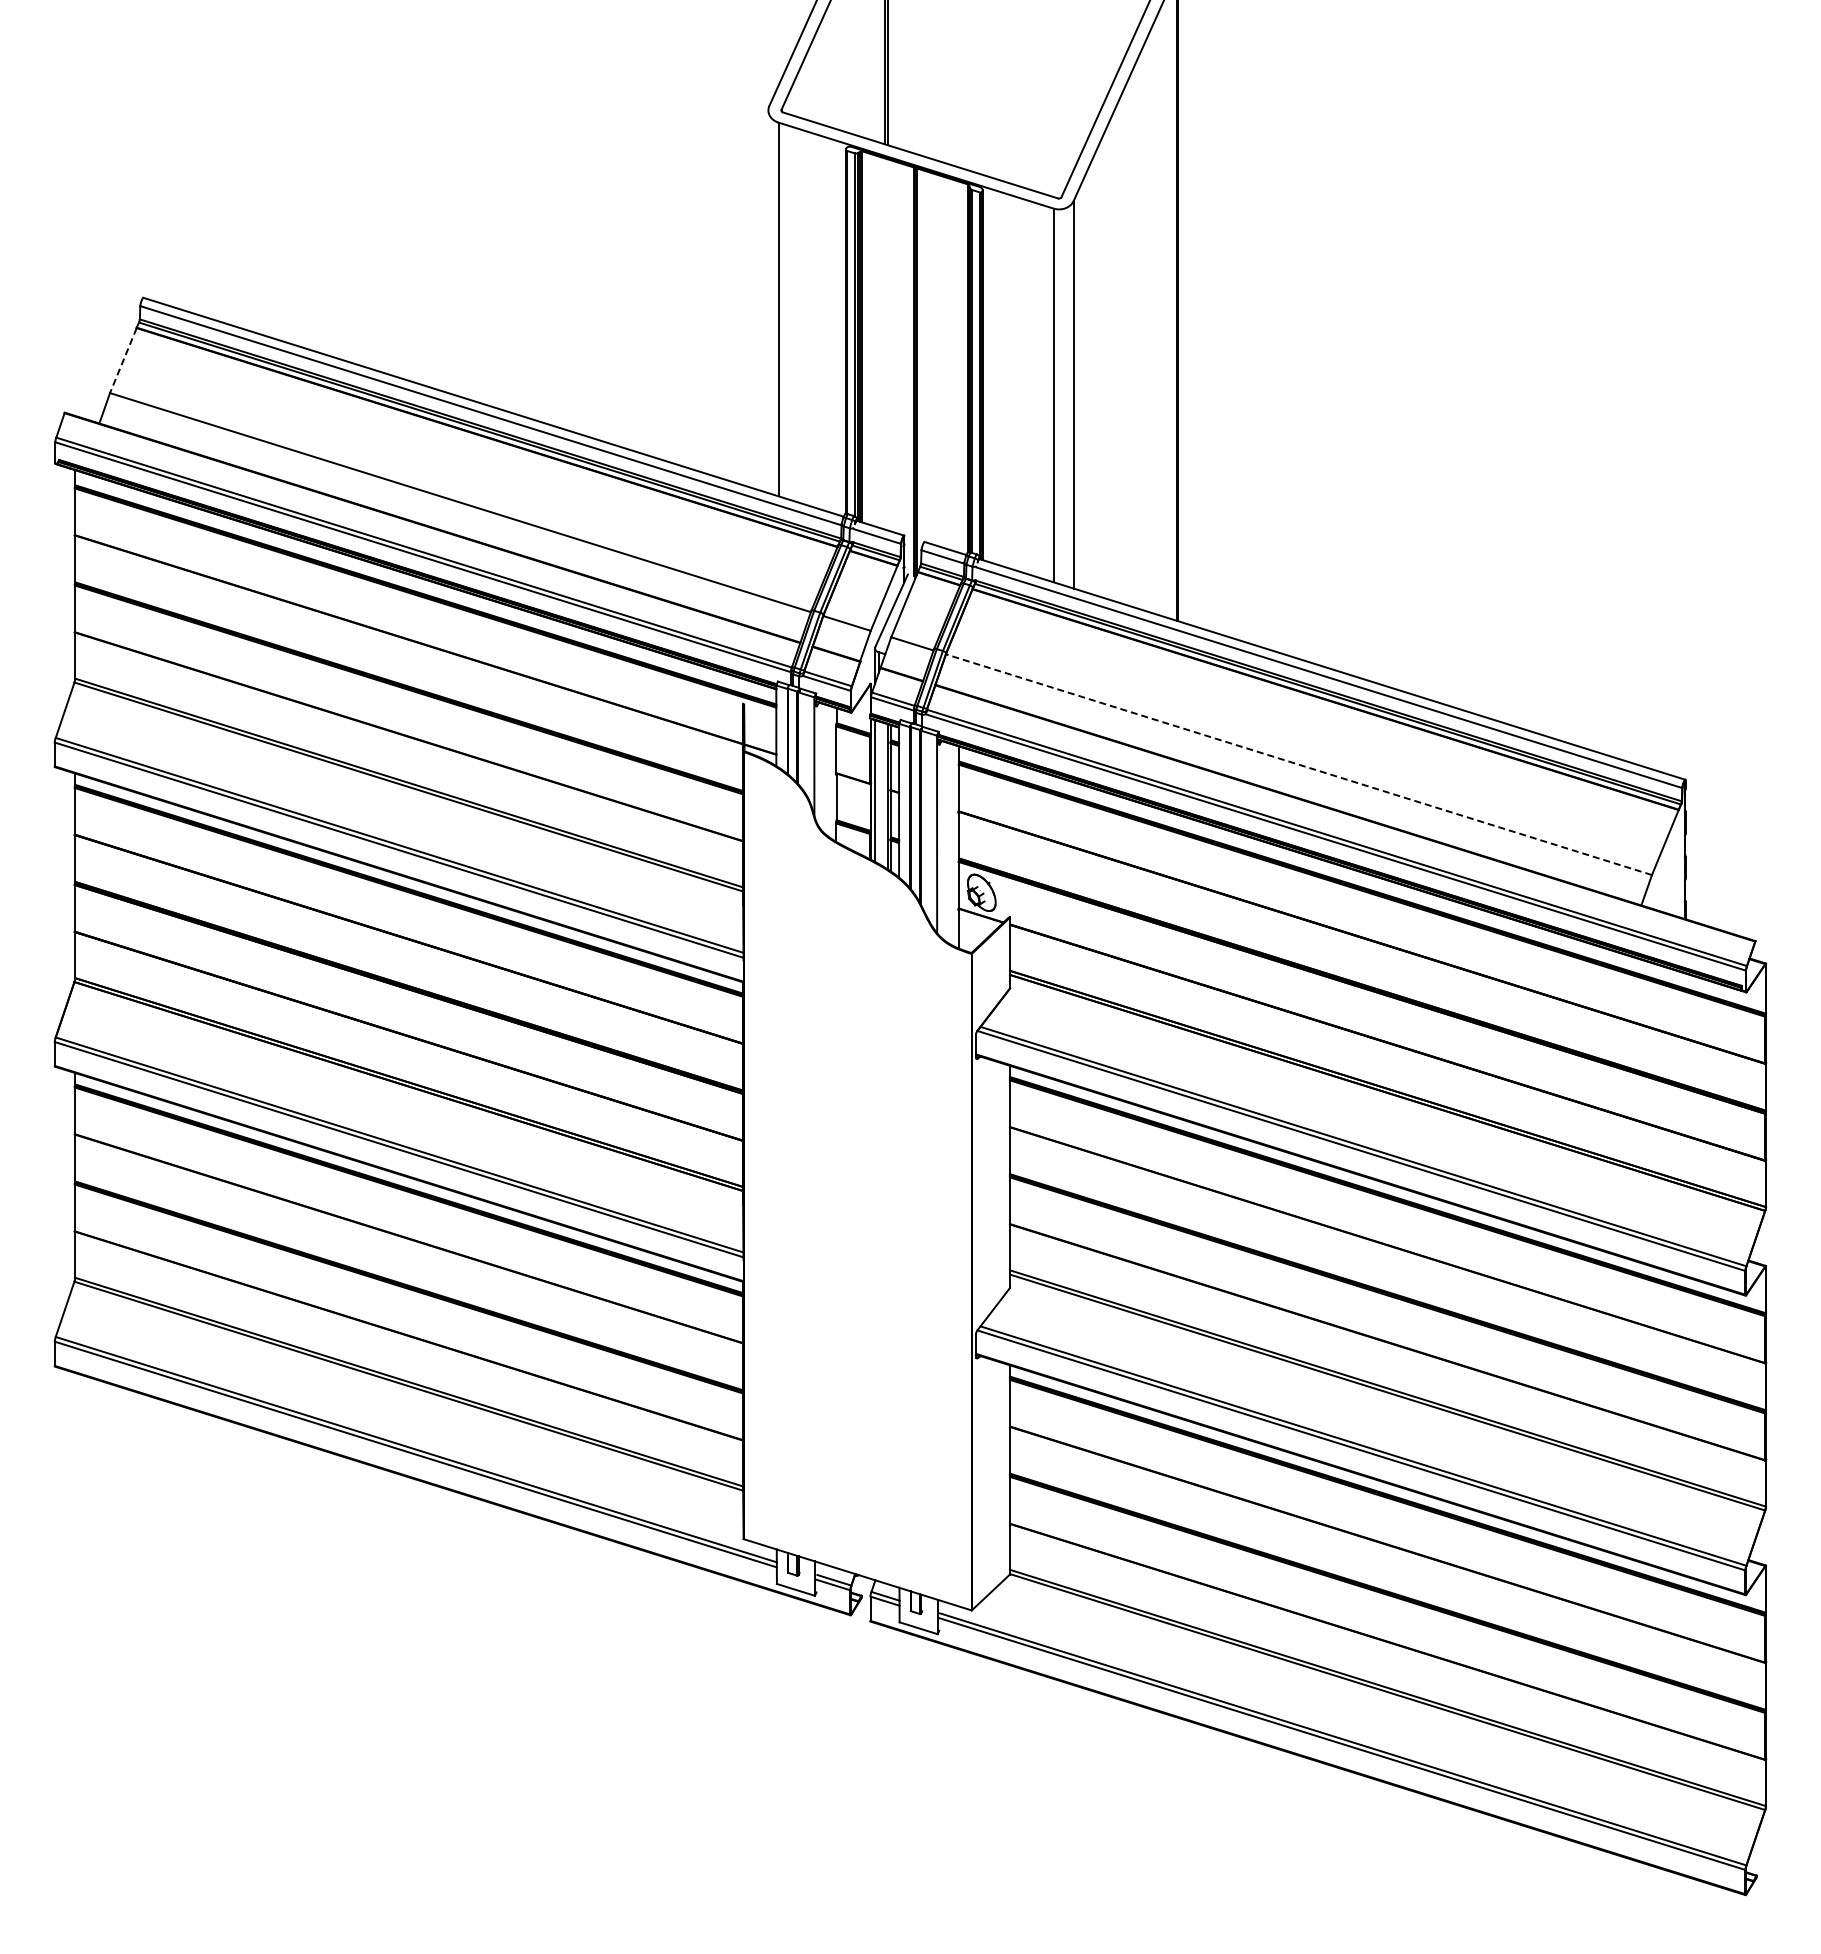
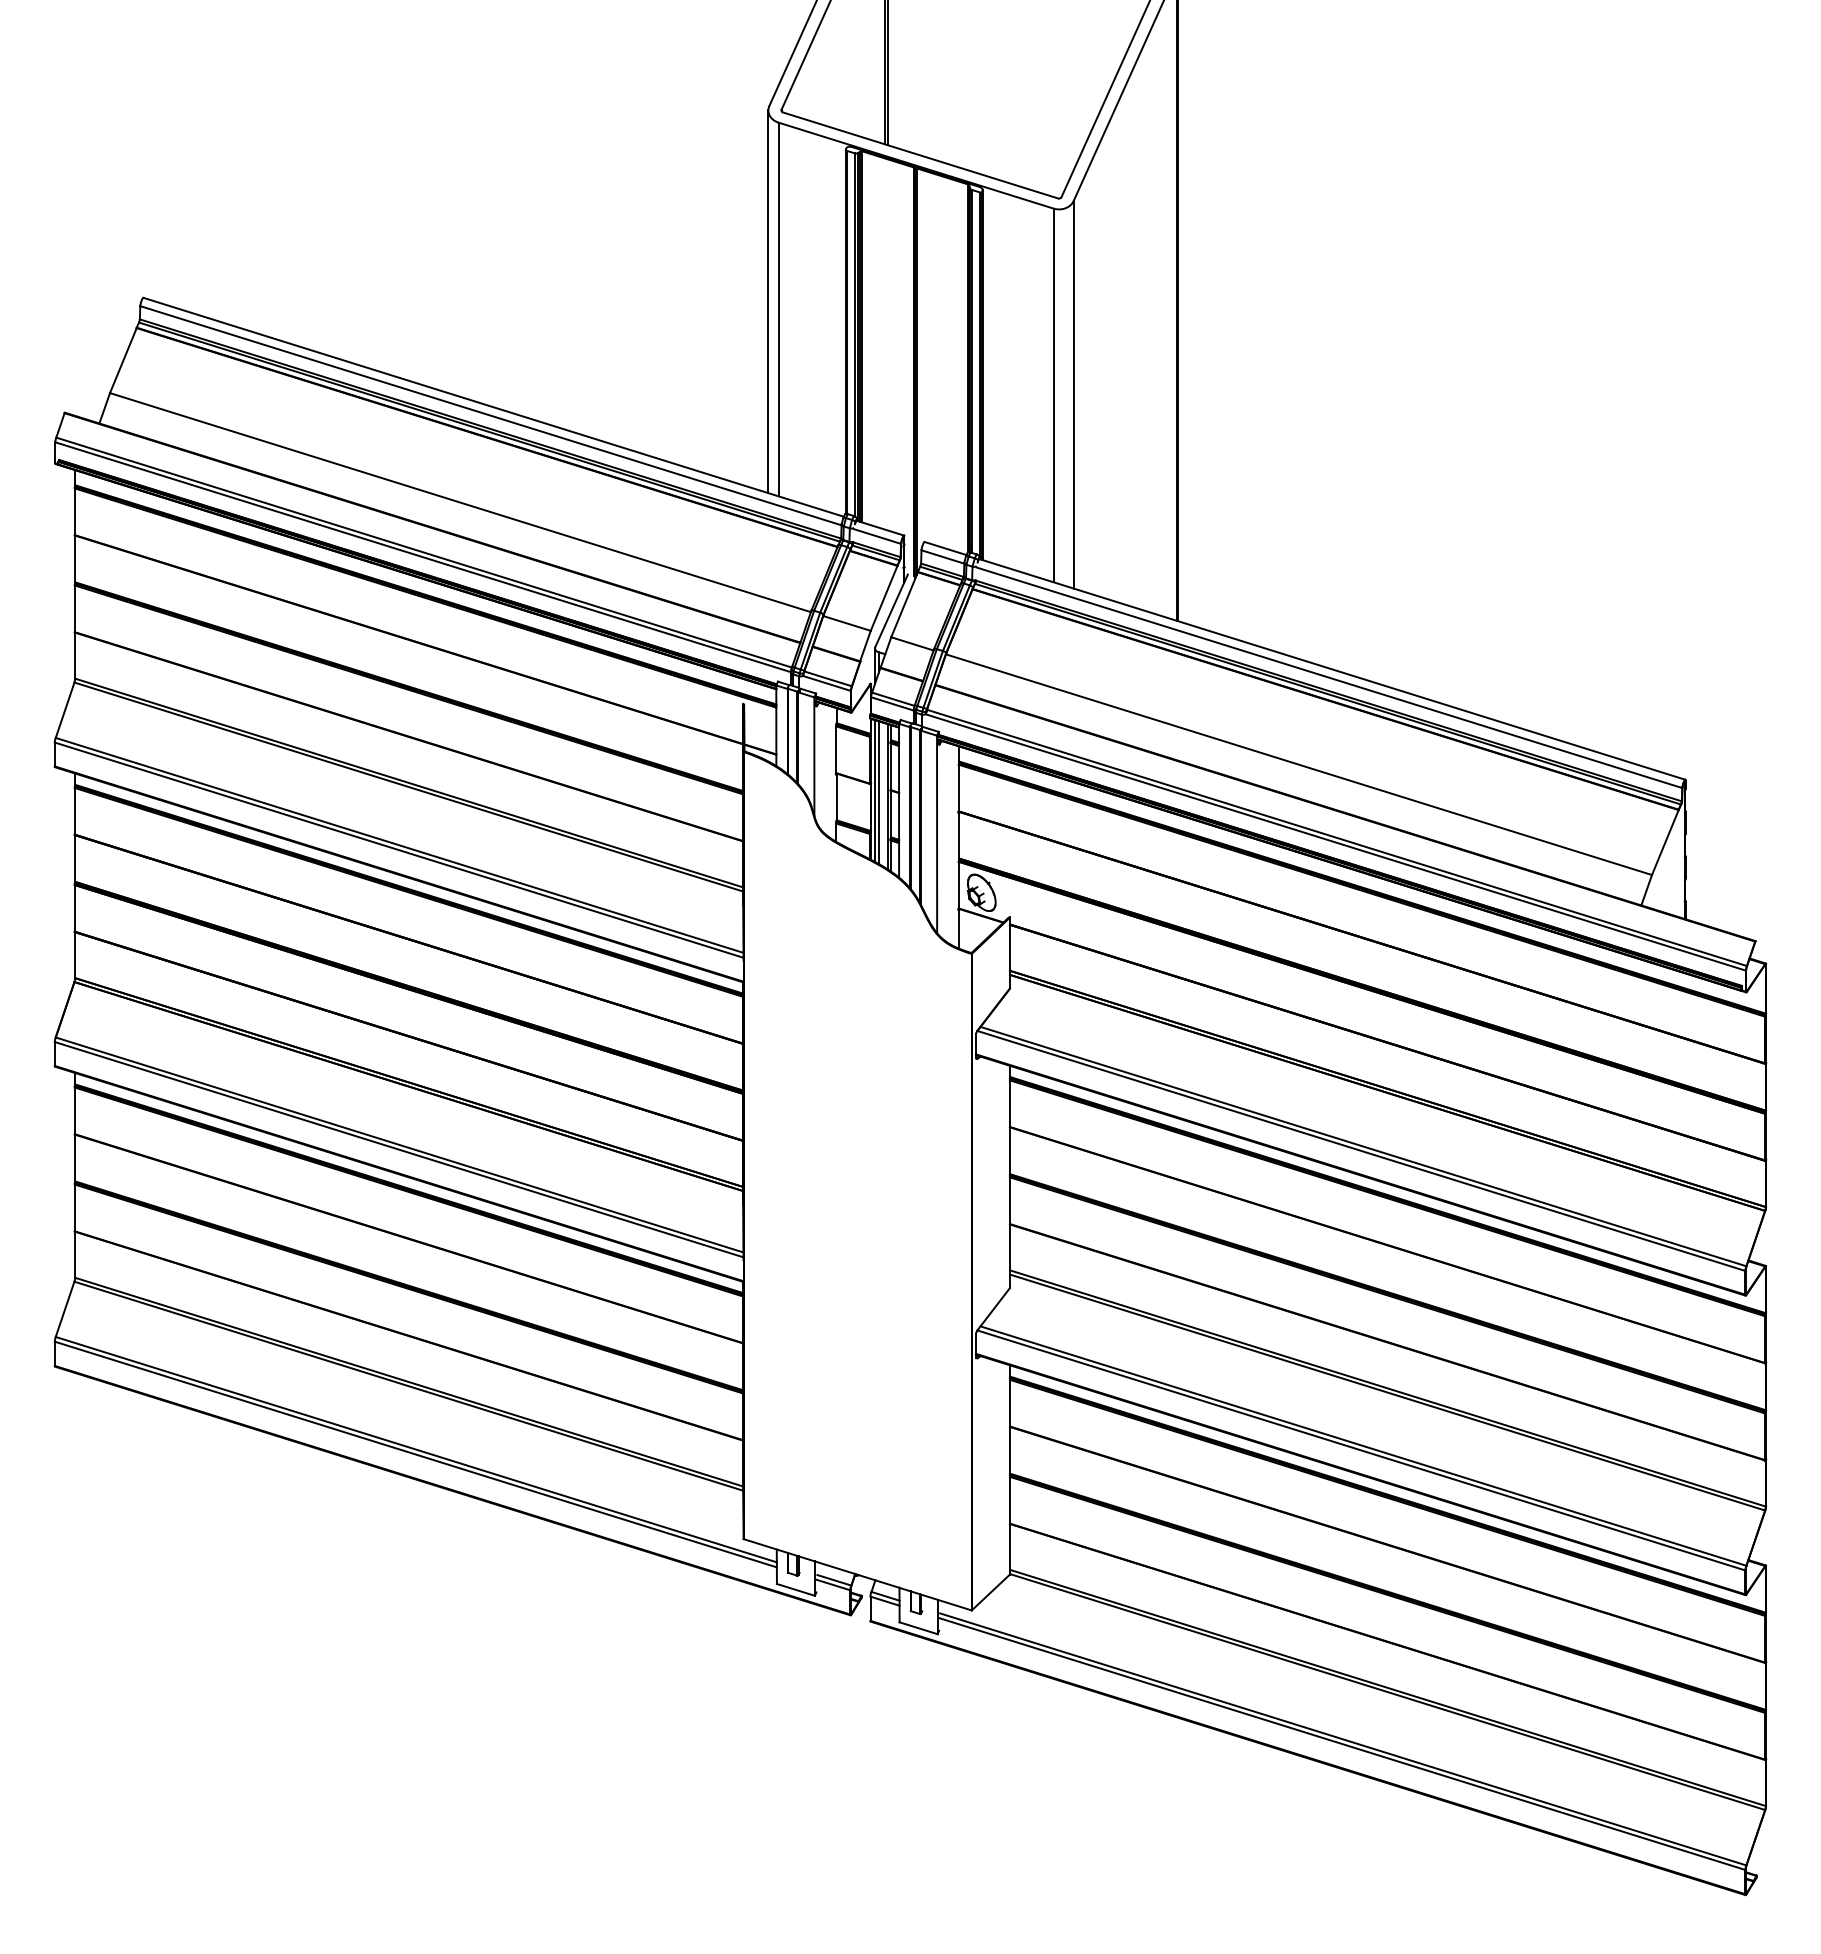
line at (768, 301): none -> present
line at (123, 361): dashed -> solid
line at (1298, 764): dashed -> solid
line at (878, 792): none -> present
